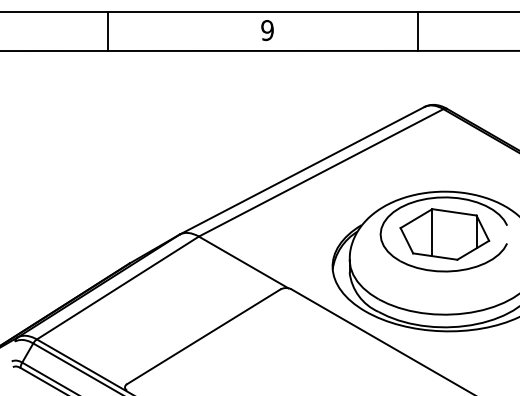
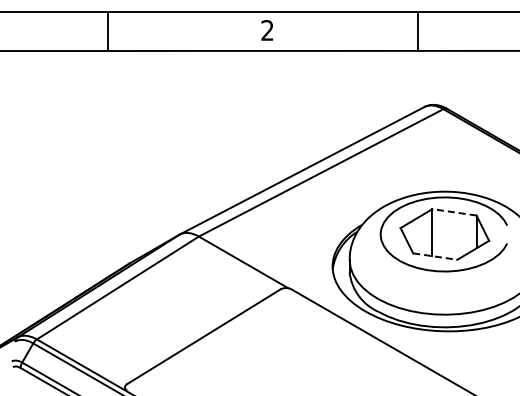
text at (267, 30): 9 -> 2
line at (453, 212): solid -> dashed
line at (435, 256): solid -> dashed
